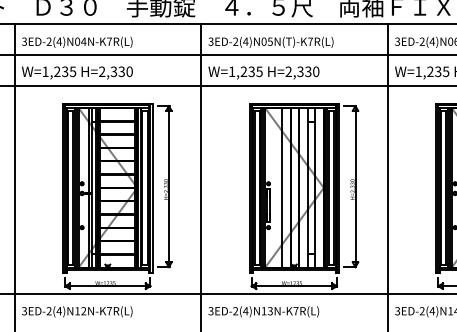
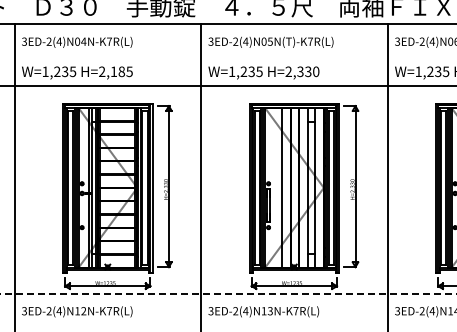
line at (227, 55): present -> none
text at (121, 71): H=2,330 -> H=2,185
line at (228, 293): solid -> dashed
